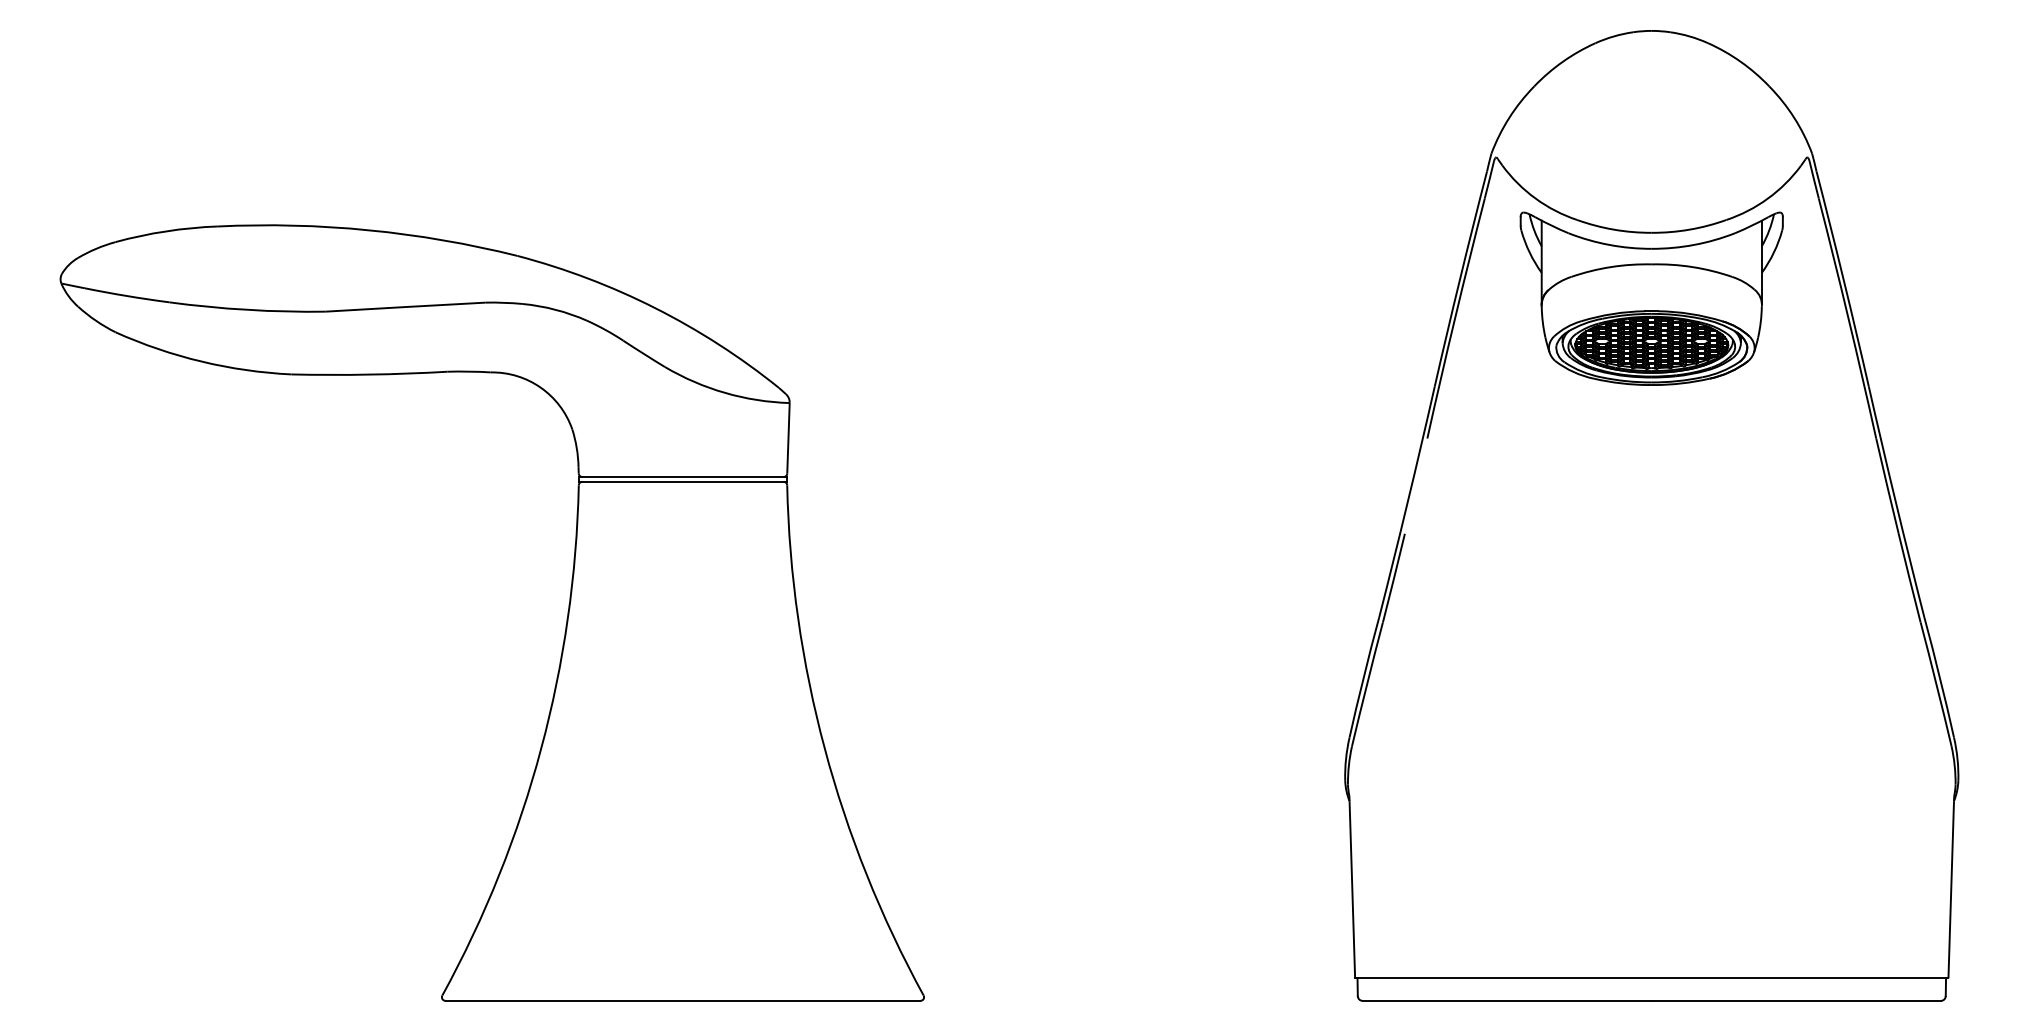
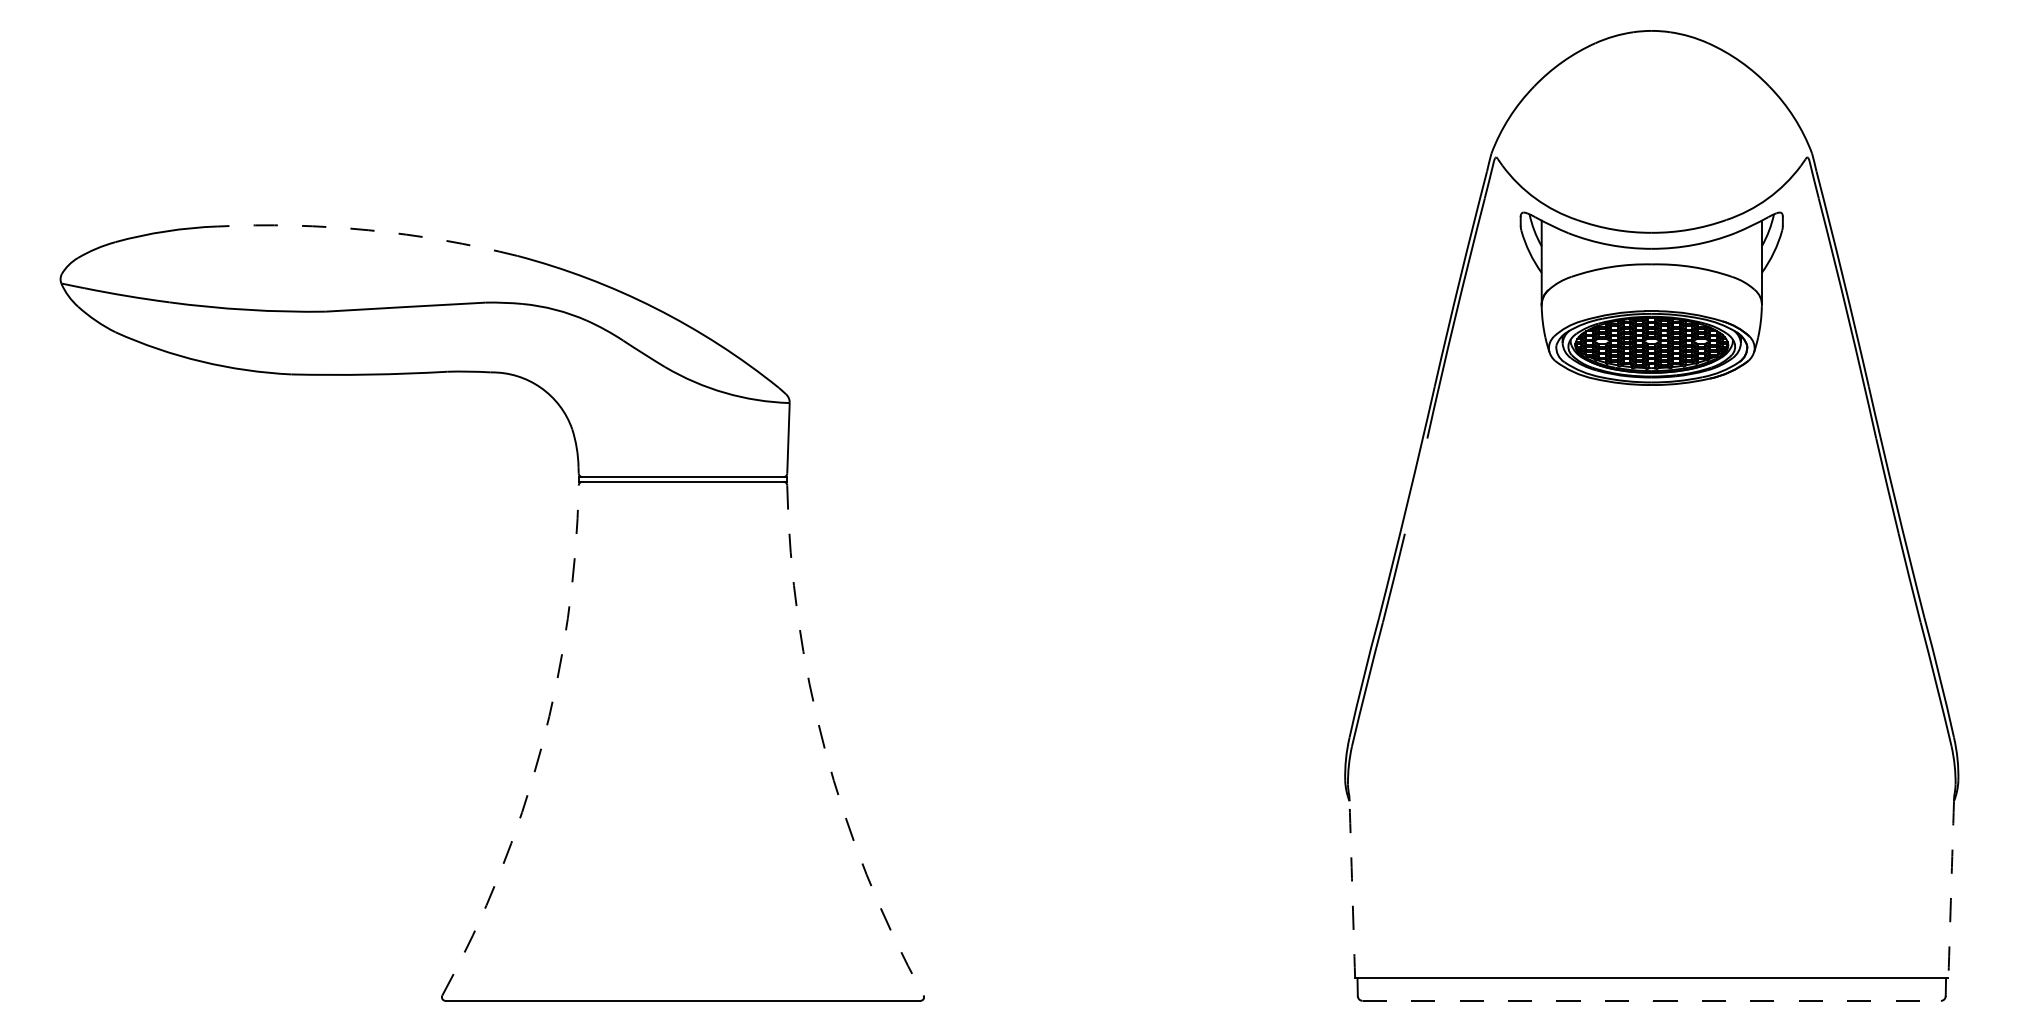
arc at (368, 230): solid -> dashed
arc at (541, 748): solid -> dashed
arc at (824, 748): solid -> dashed
arc at (1352, 889): solid -> dashed
arc at (1951, 889): solid -> dashed
line at (1652, 1000): solid -> dashed
